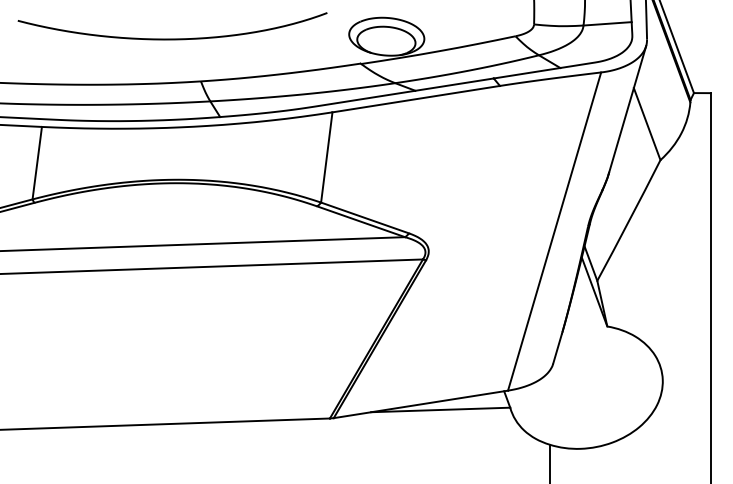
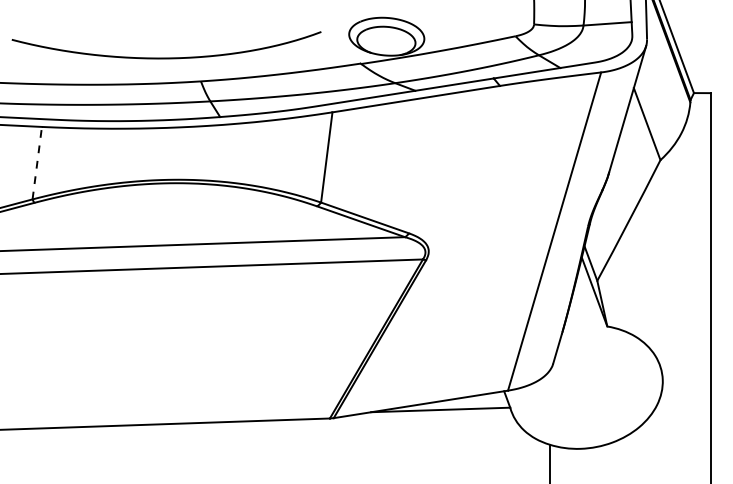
curve at (172, 38) position: (172, 38) -> (166, 57)
line at (37, 163): solid -> dashed
